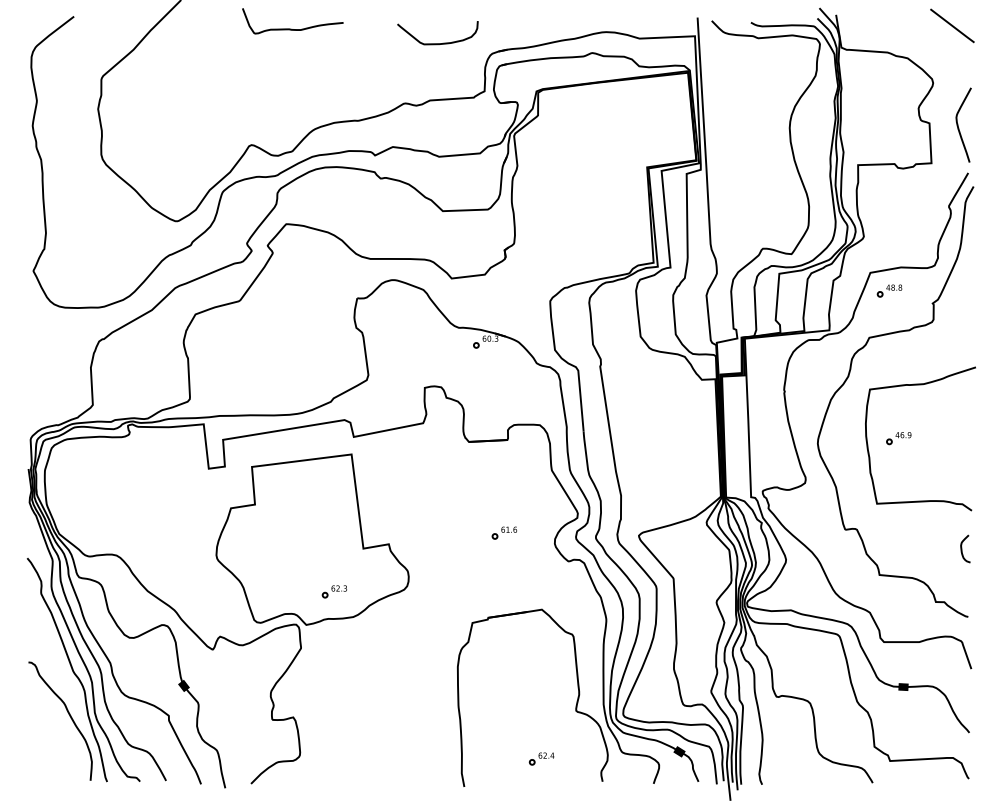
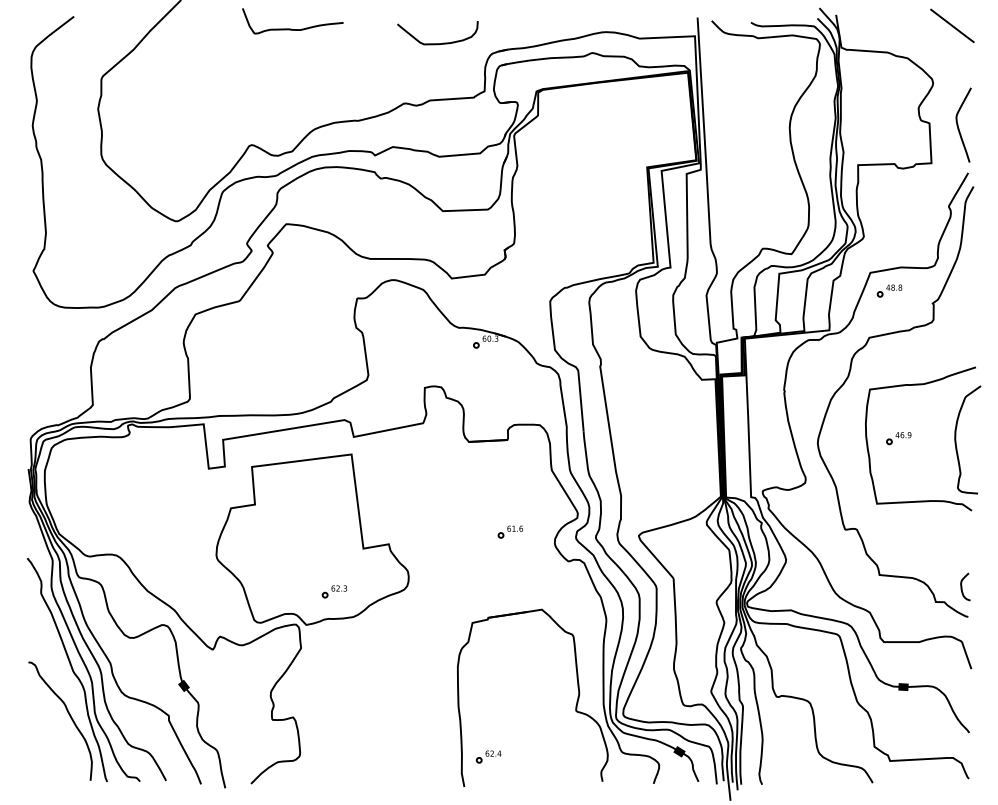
curve at (956, 439): none -> present
part at (503, 532) position: (503, 532) -> (509, 531)
curve at (962, 548) position: (962, 548) -> (962, 586)
part at (541, 758) position: (541, 758) -> (488, 756)
